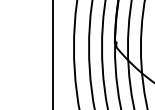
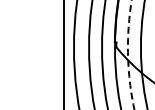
line at (52, 54) position: (52, 54) -> (63, 54)
arc at (128, 55): solid -> dashed
